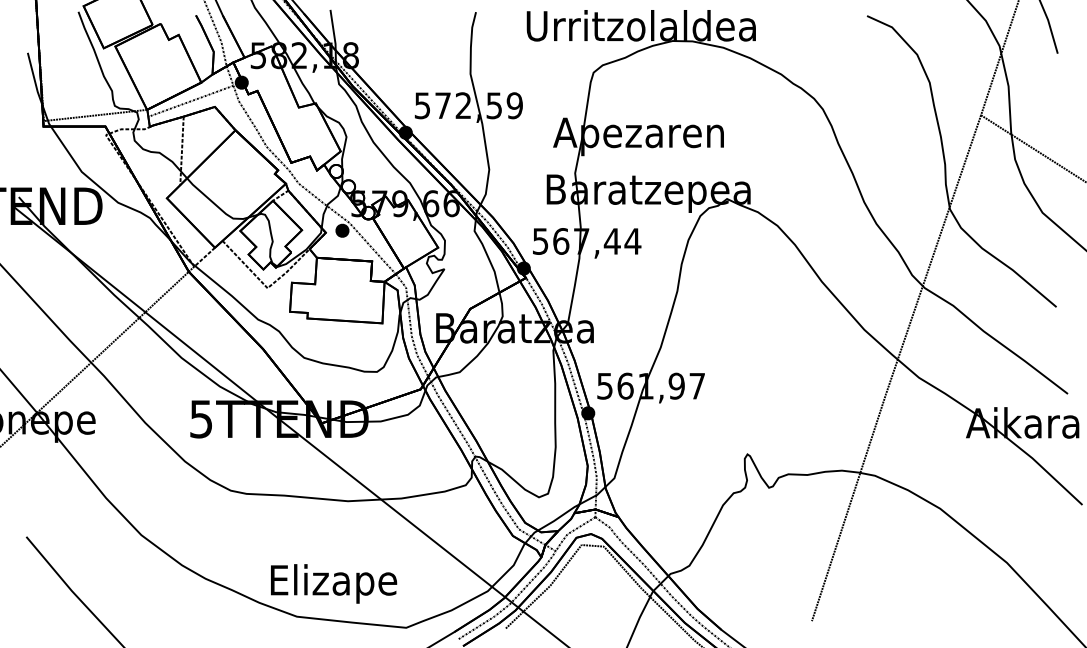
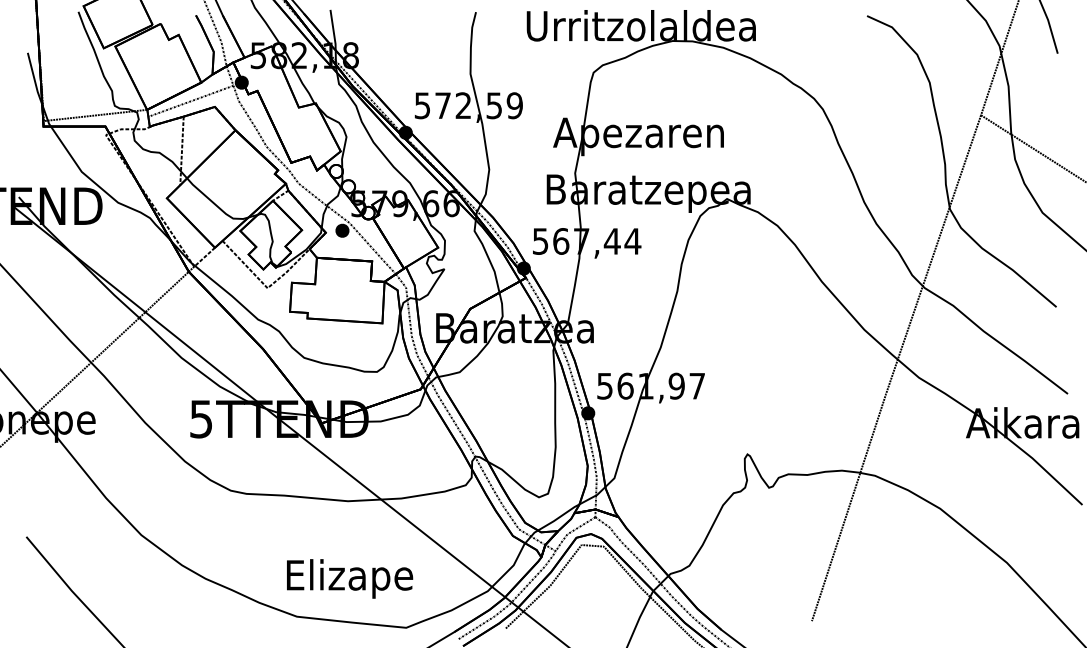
text at (334, 583) position: (334, 583) -> (350, 578)
